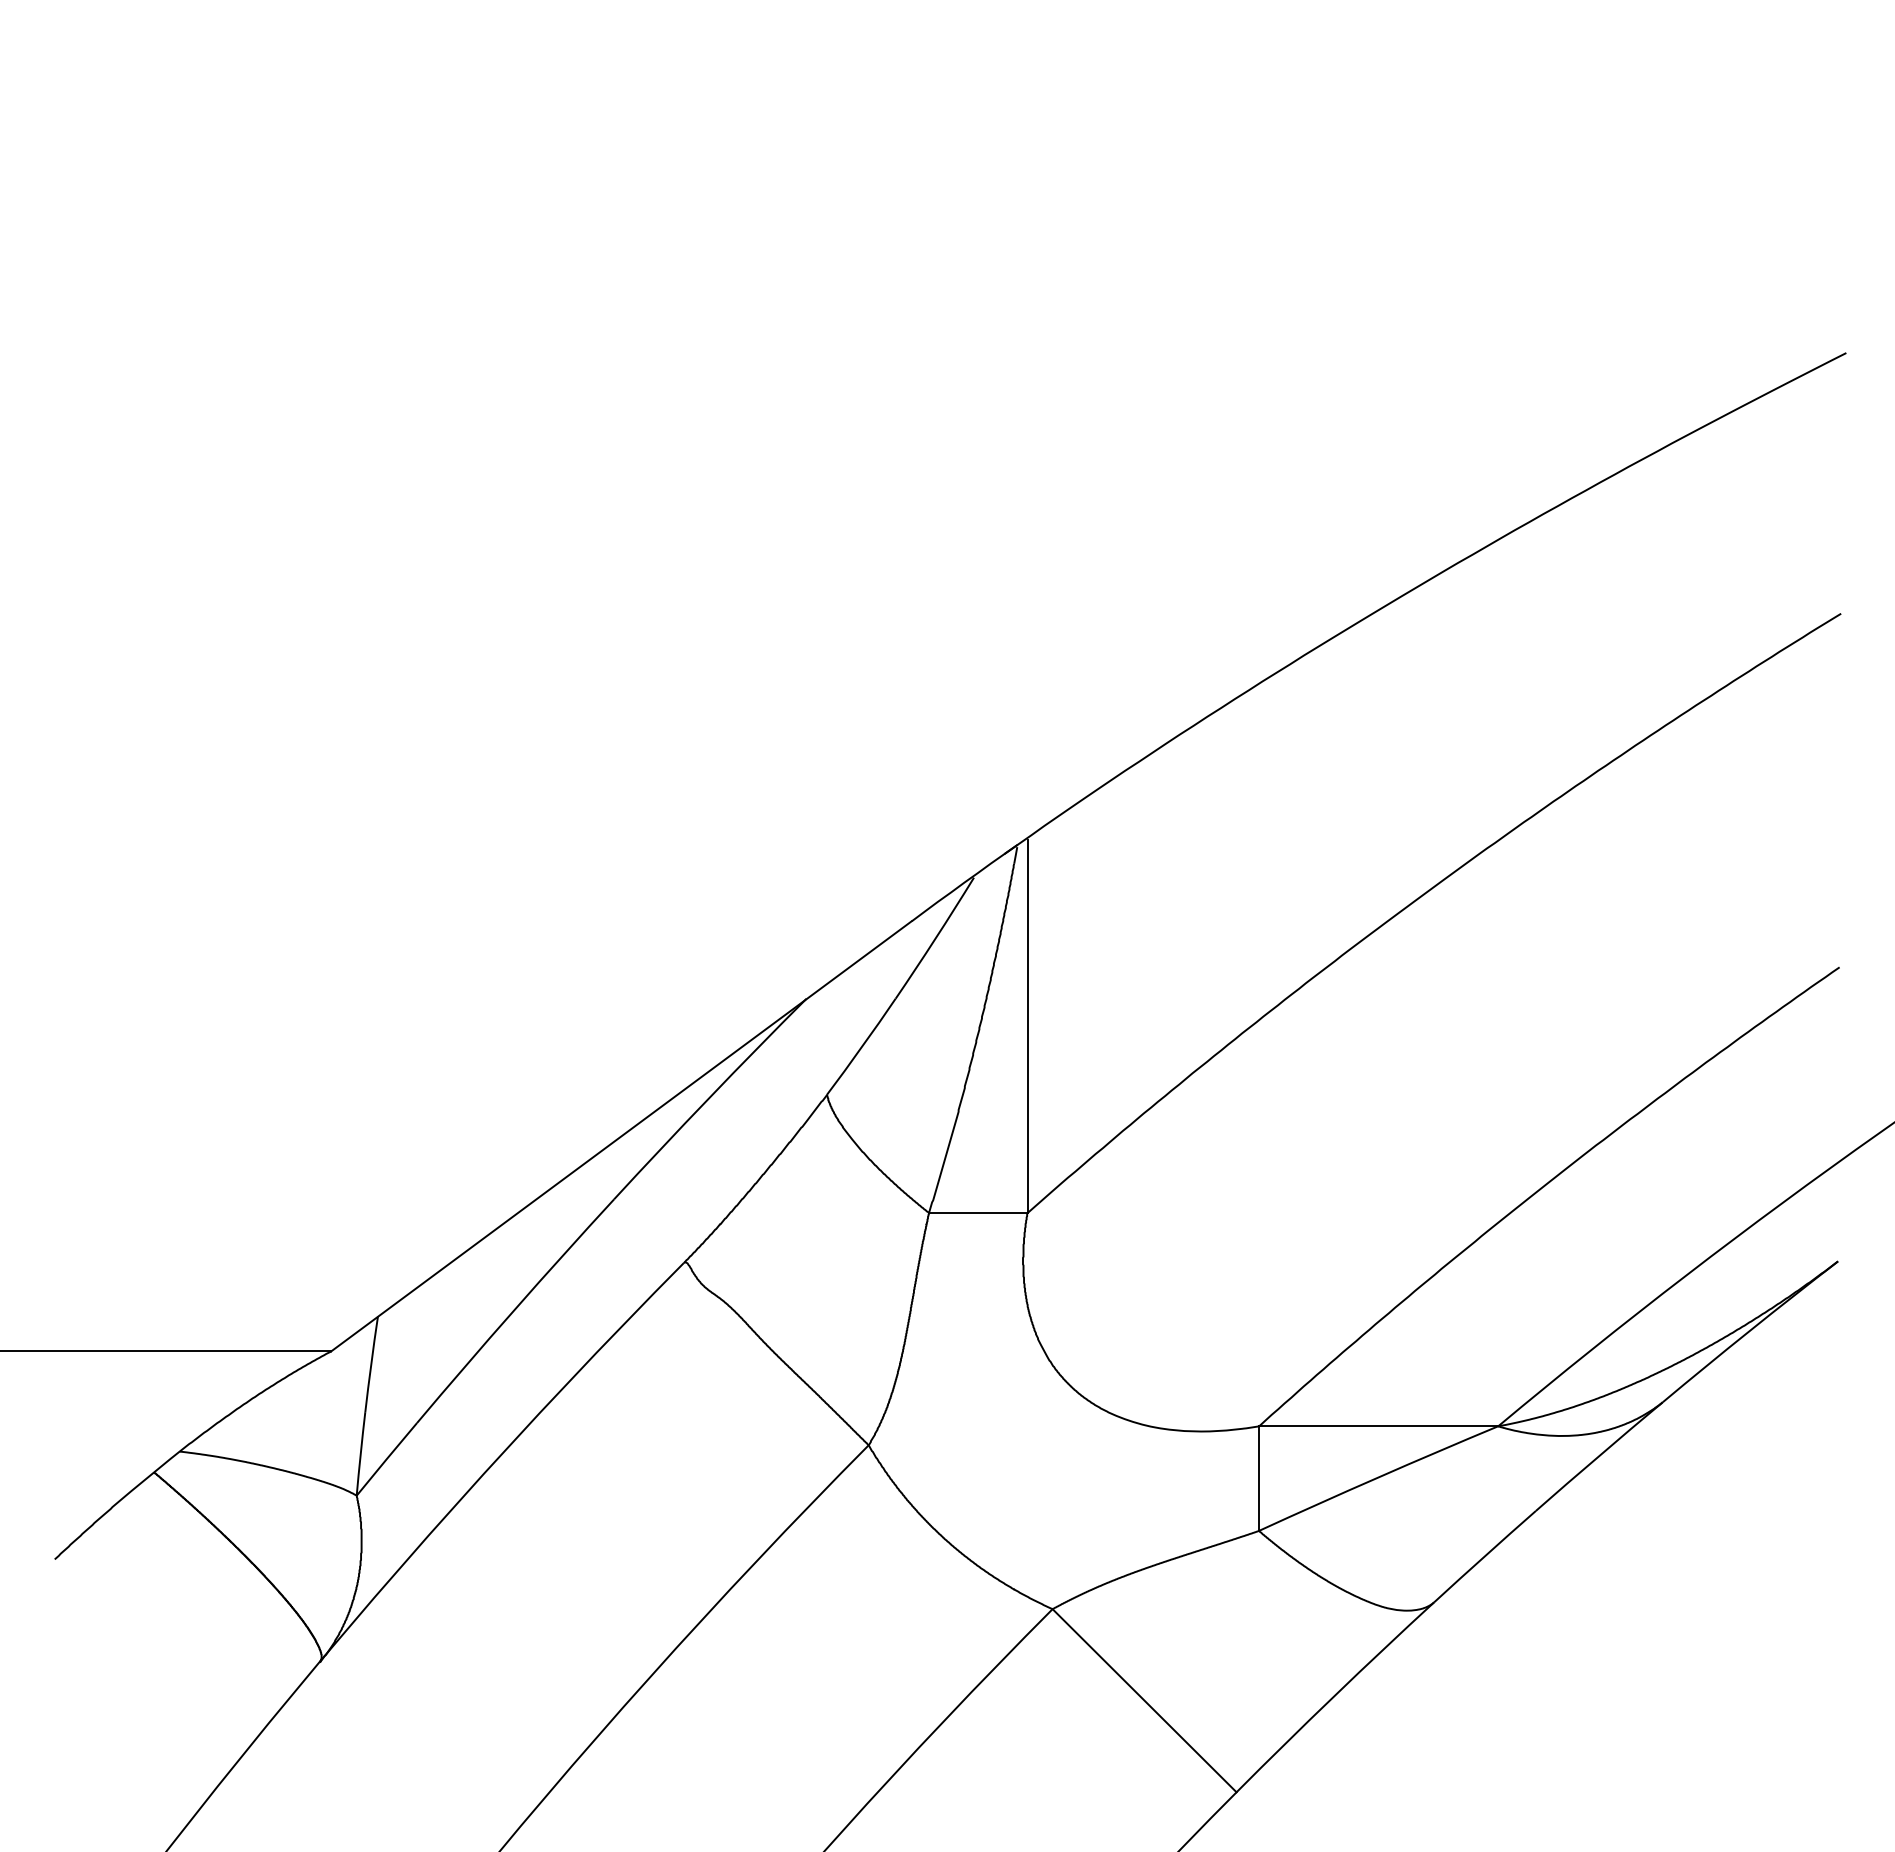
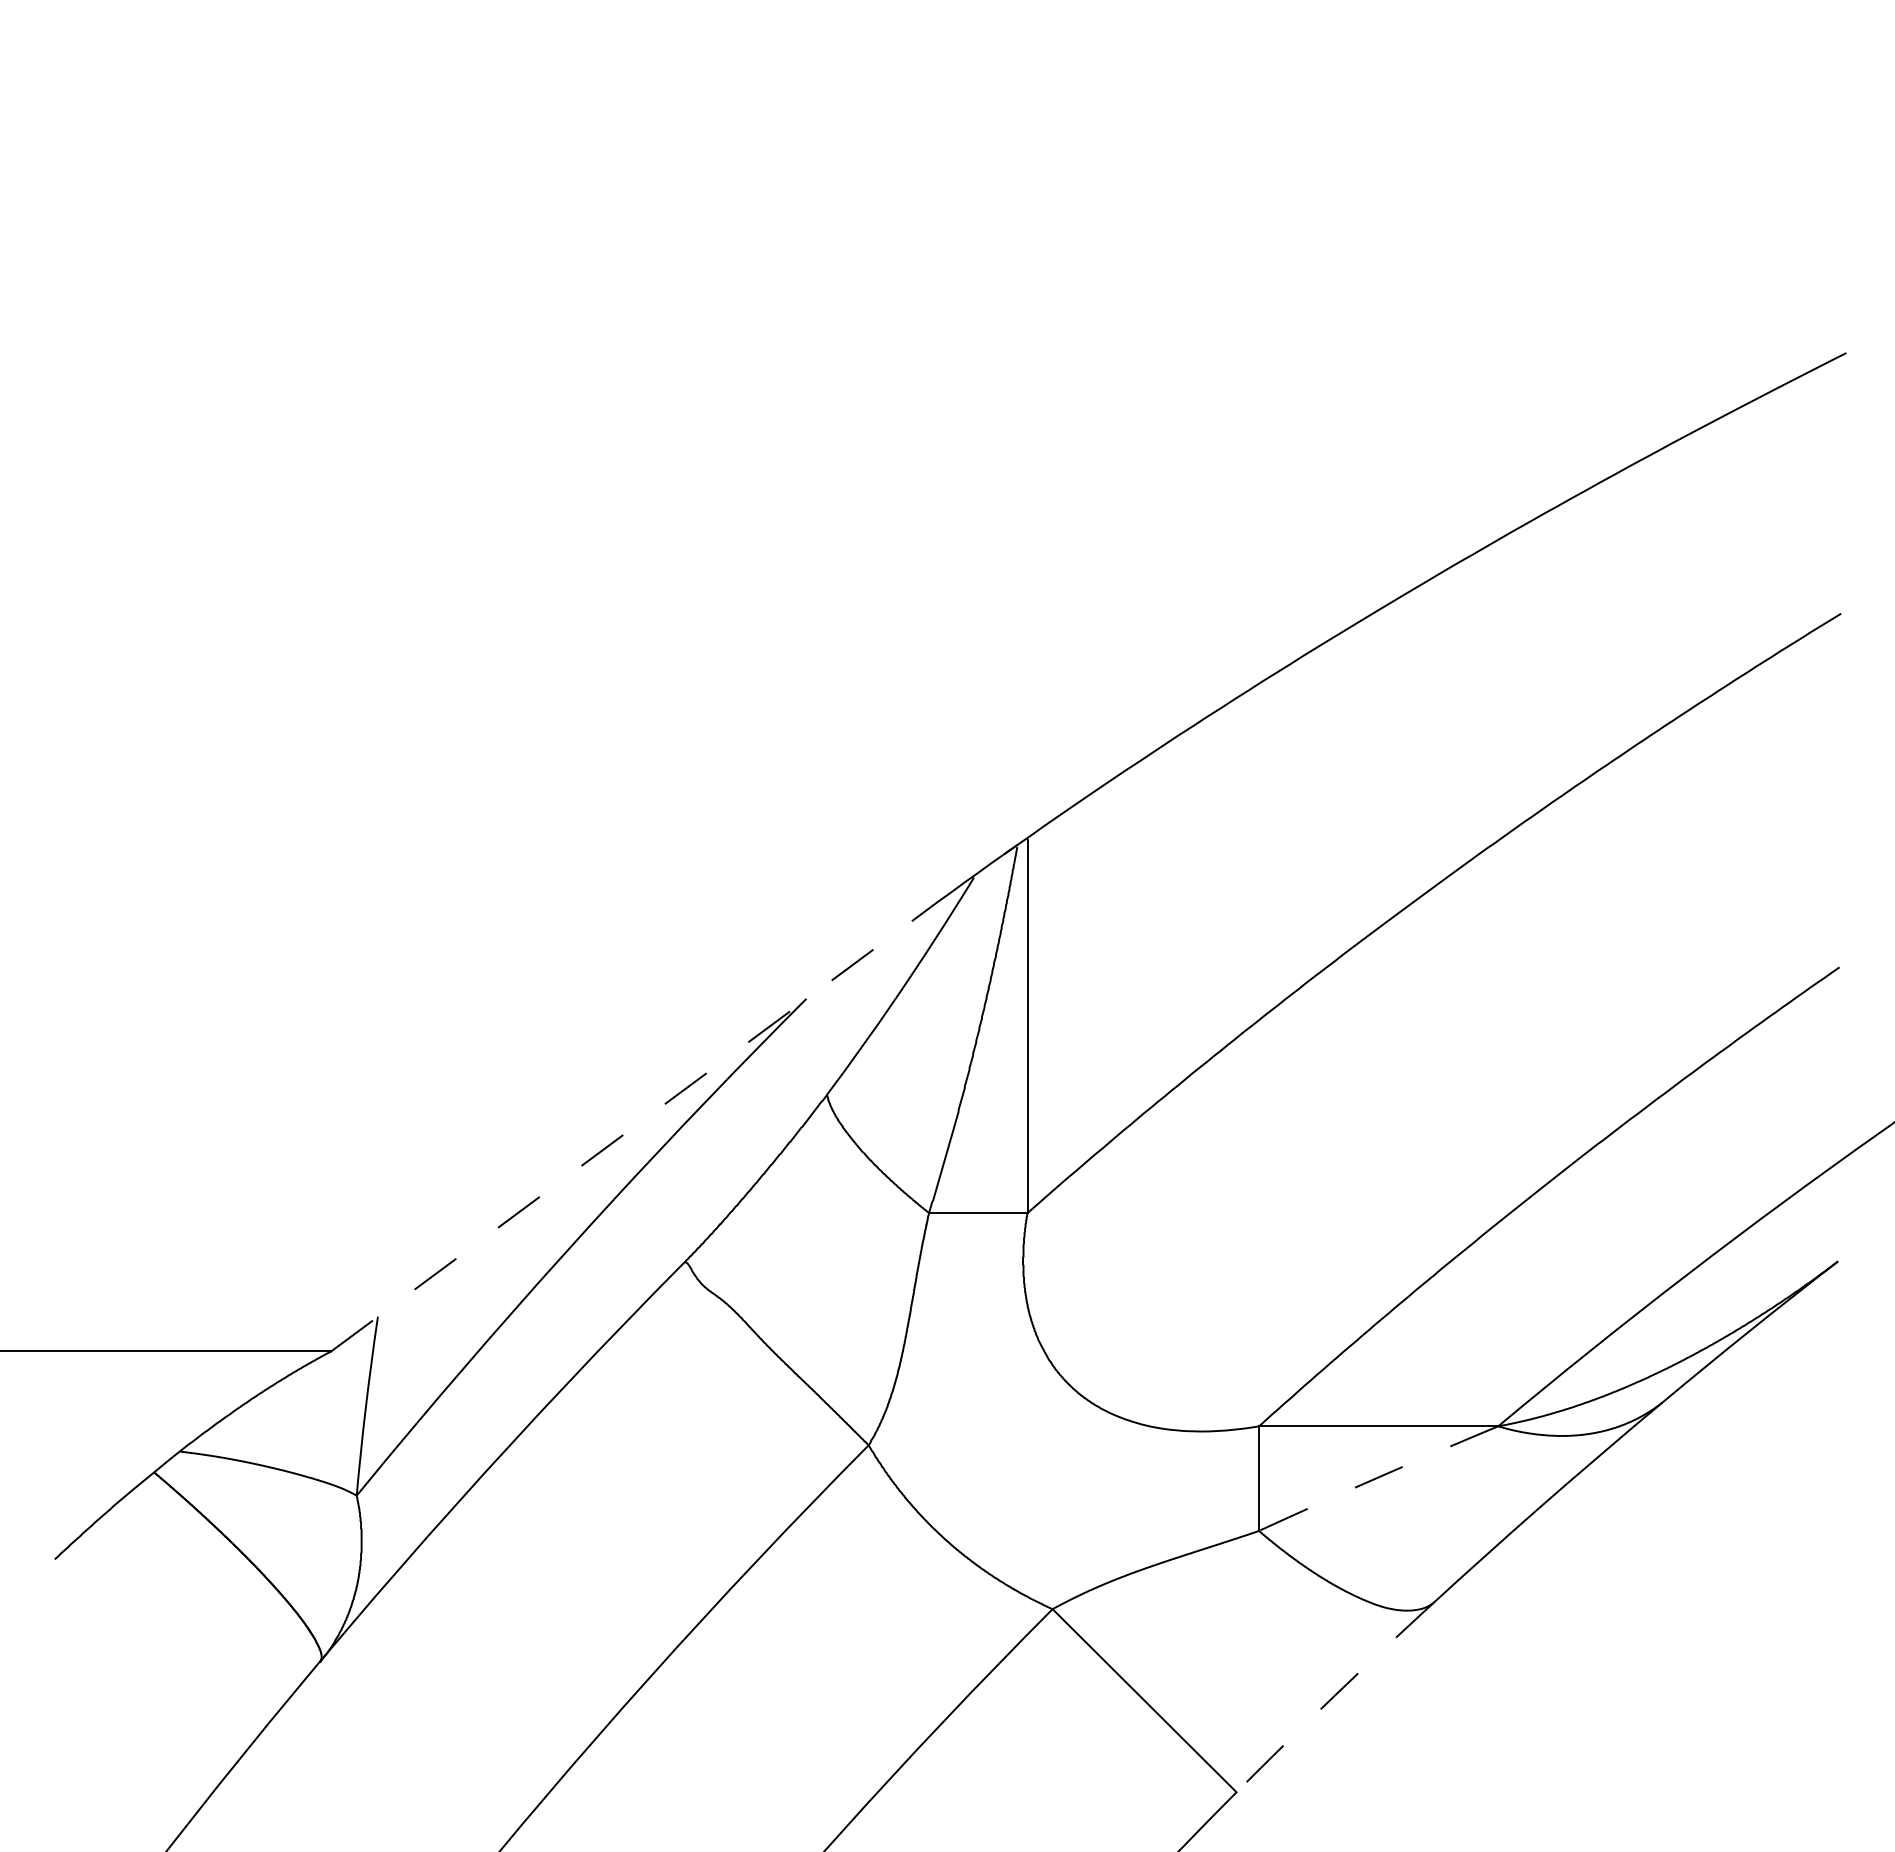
line at (621, 1136): solid -> dashed
arc at (1378, 1477): solid -> dashed
arc at (1334, 1696): solid -> dashed
